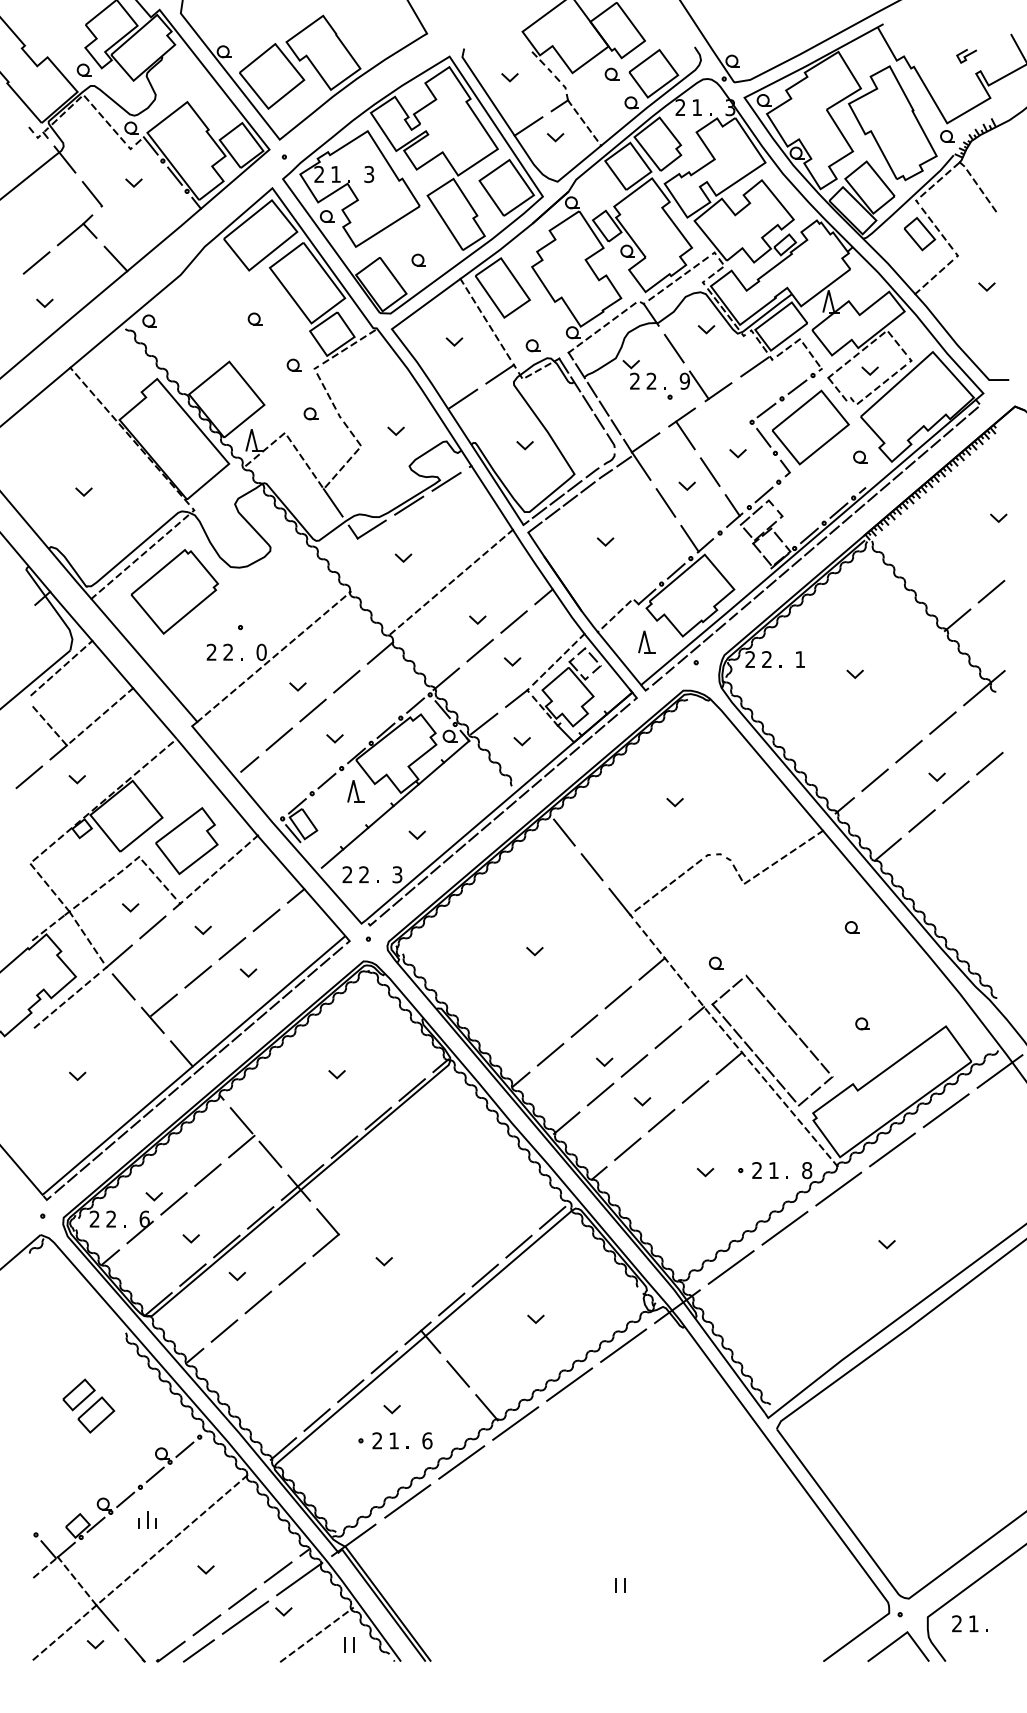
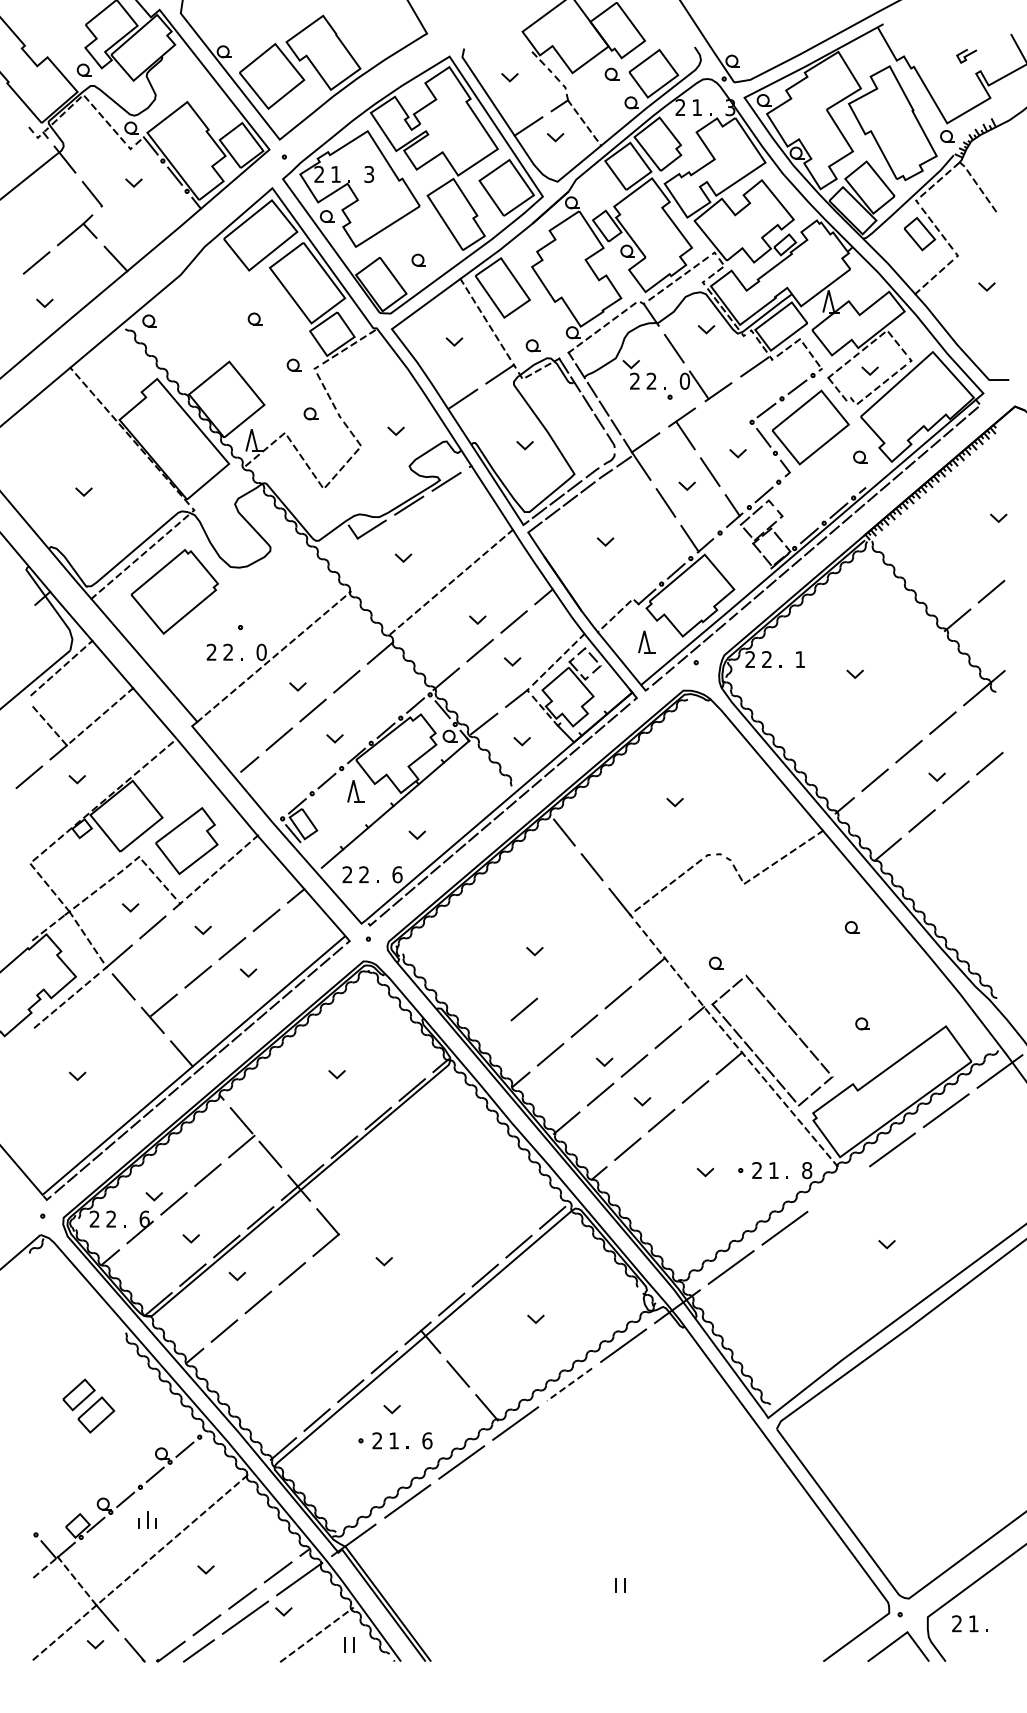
text at (684, 381): 9 -> 0
line at (332, 502): present -> none
text at (397, 874): 3 -> 6
line at (524, 1009): none -> present
line at (838, 1188): present -> none
line at (569, 1384): solid -> dashed
